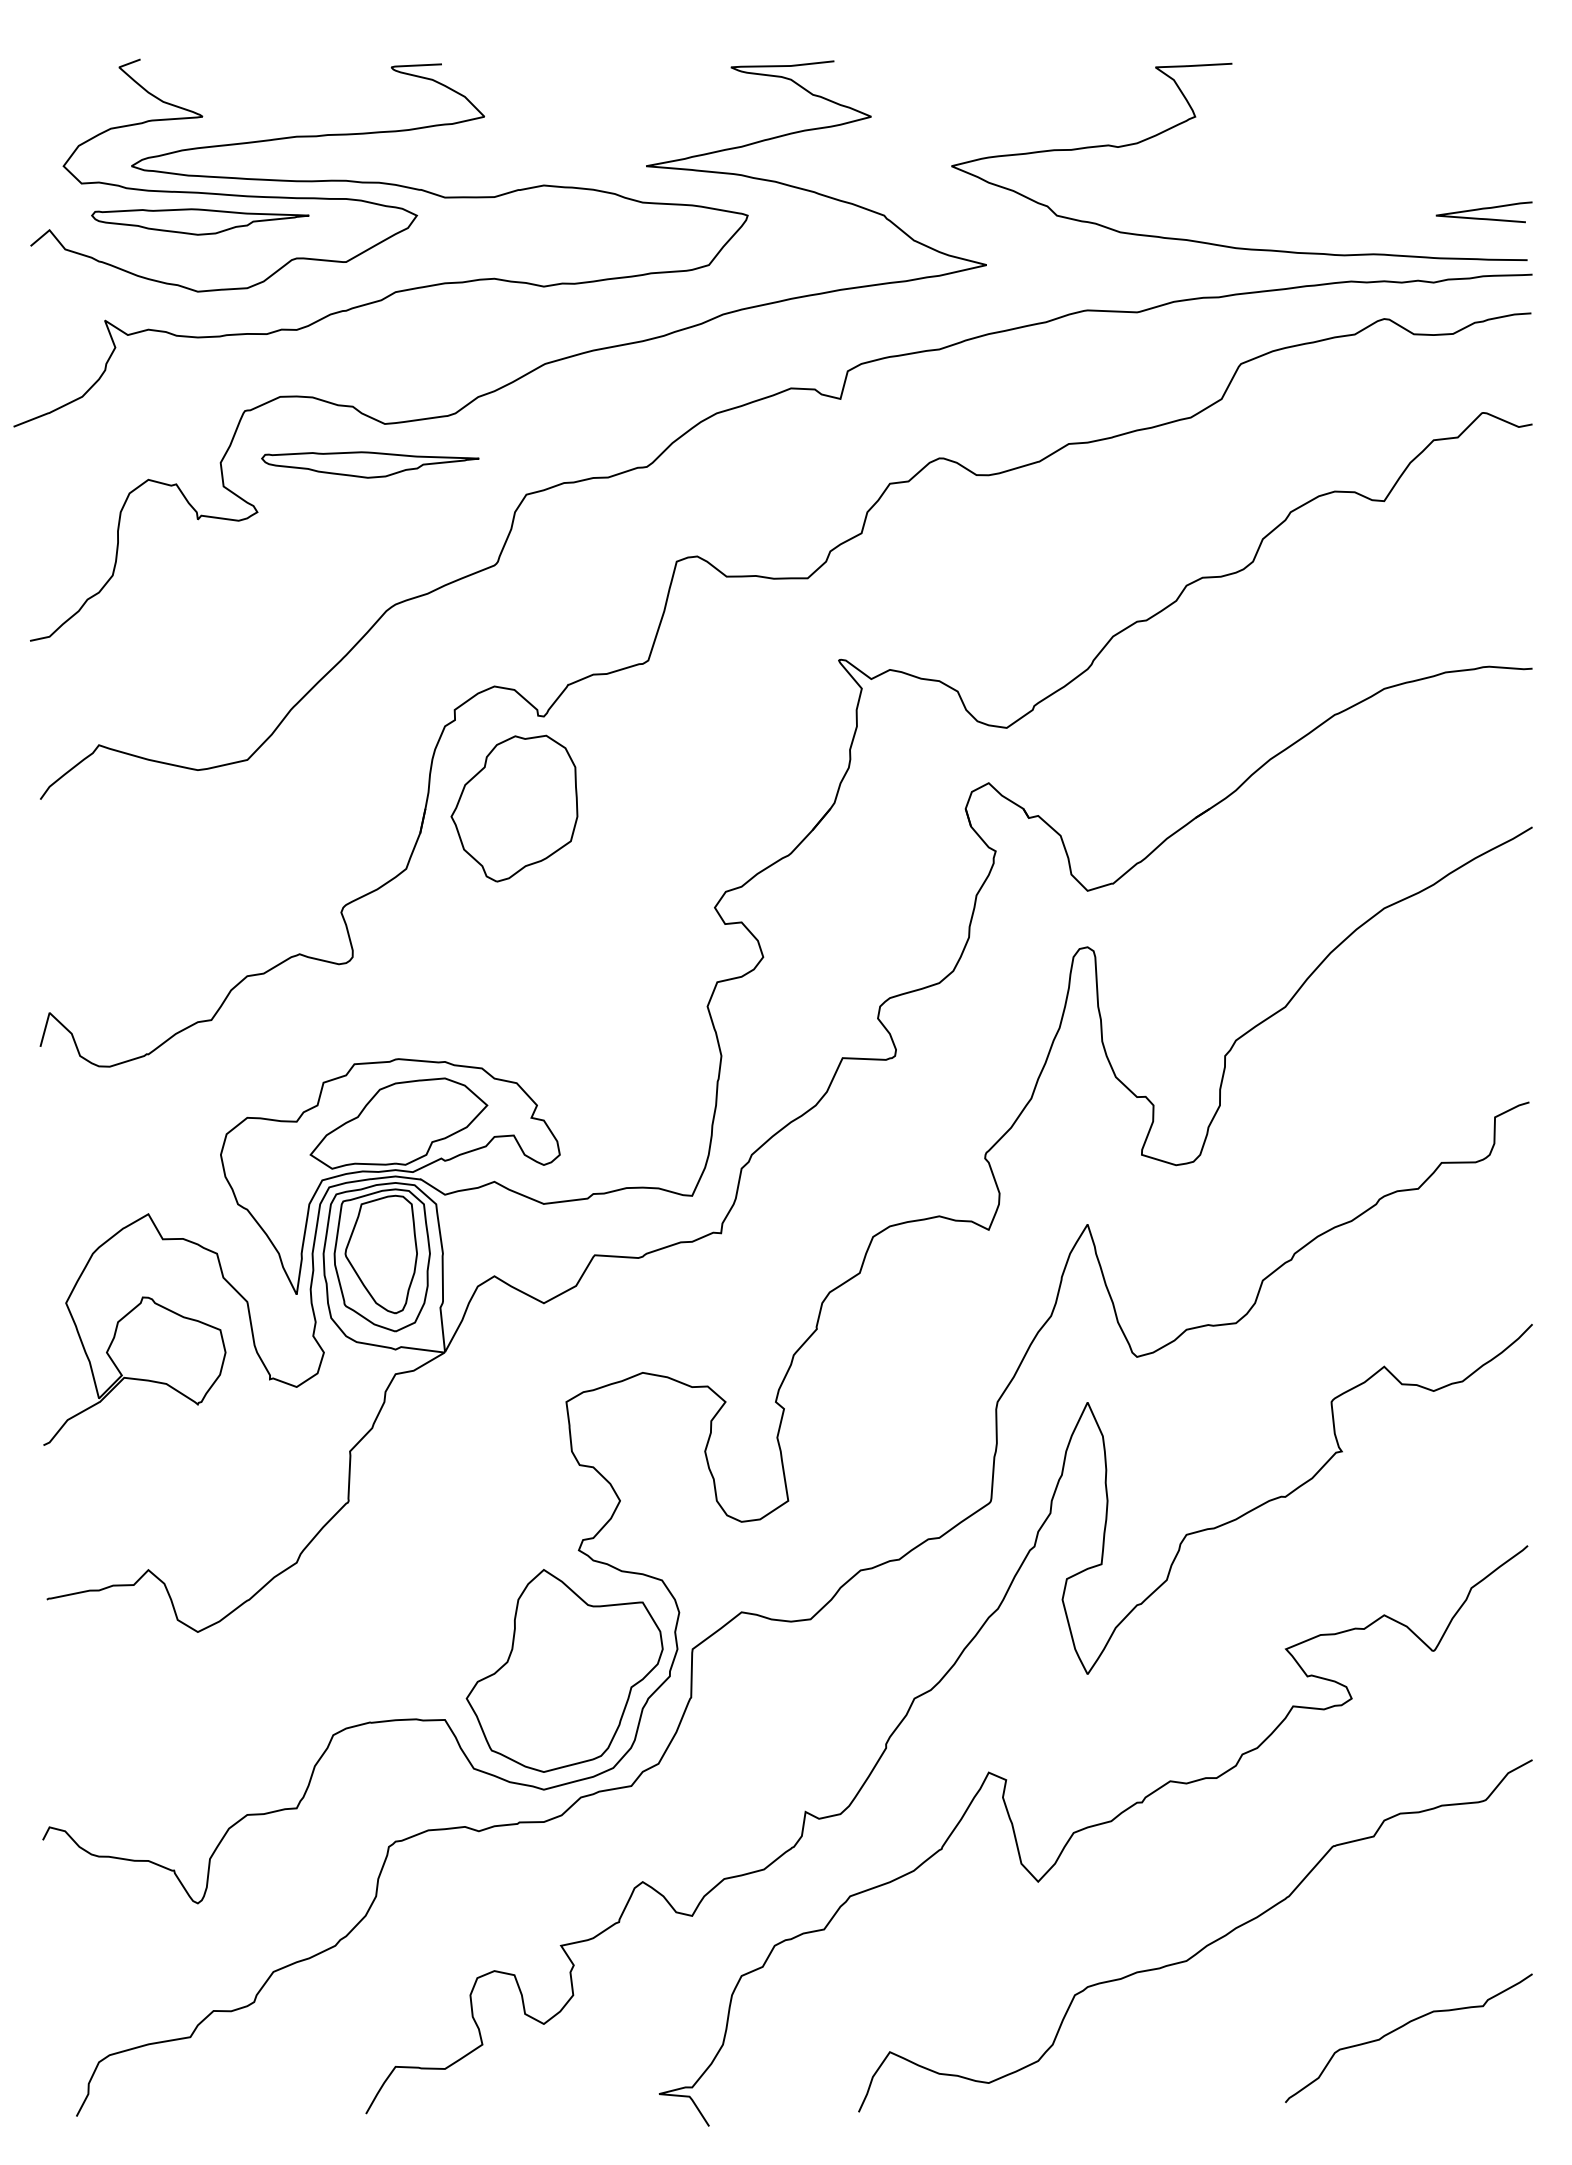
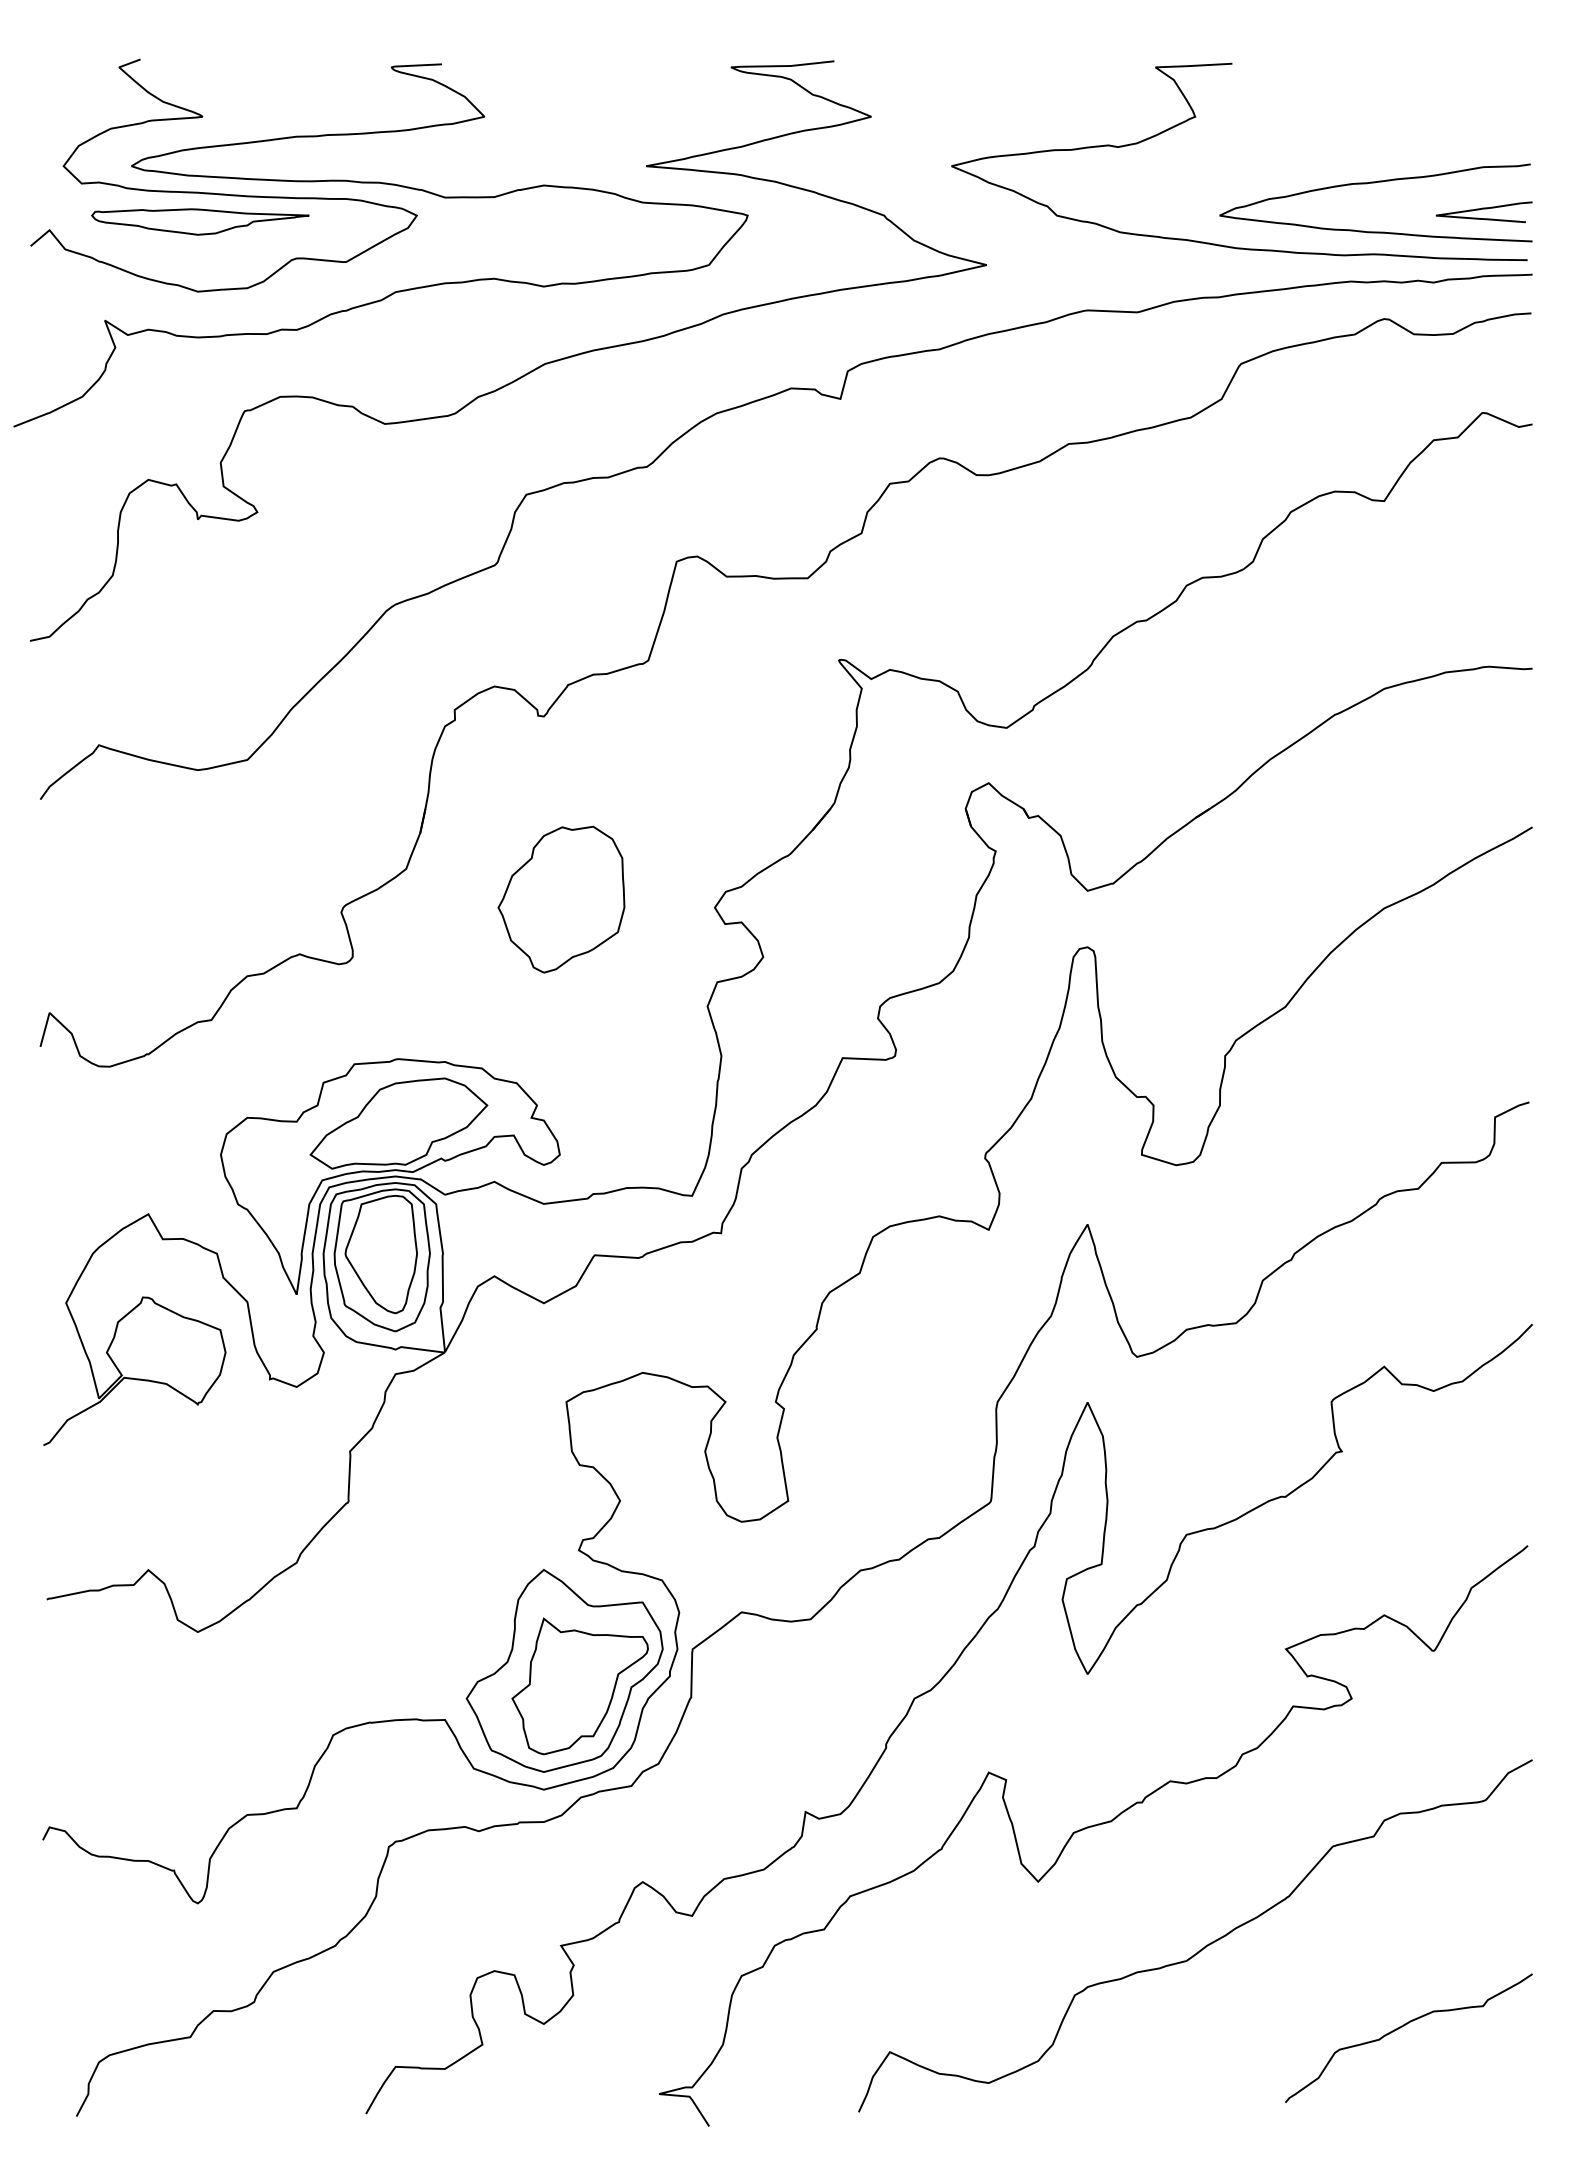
curve at (1375, 183): none -> present
part at (370, 464): present -> none
part at (514, 808) position: (514, 808) -> (561, 899)
part at (579, 1686): none -> present
